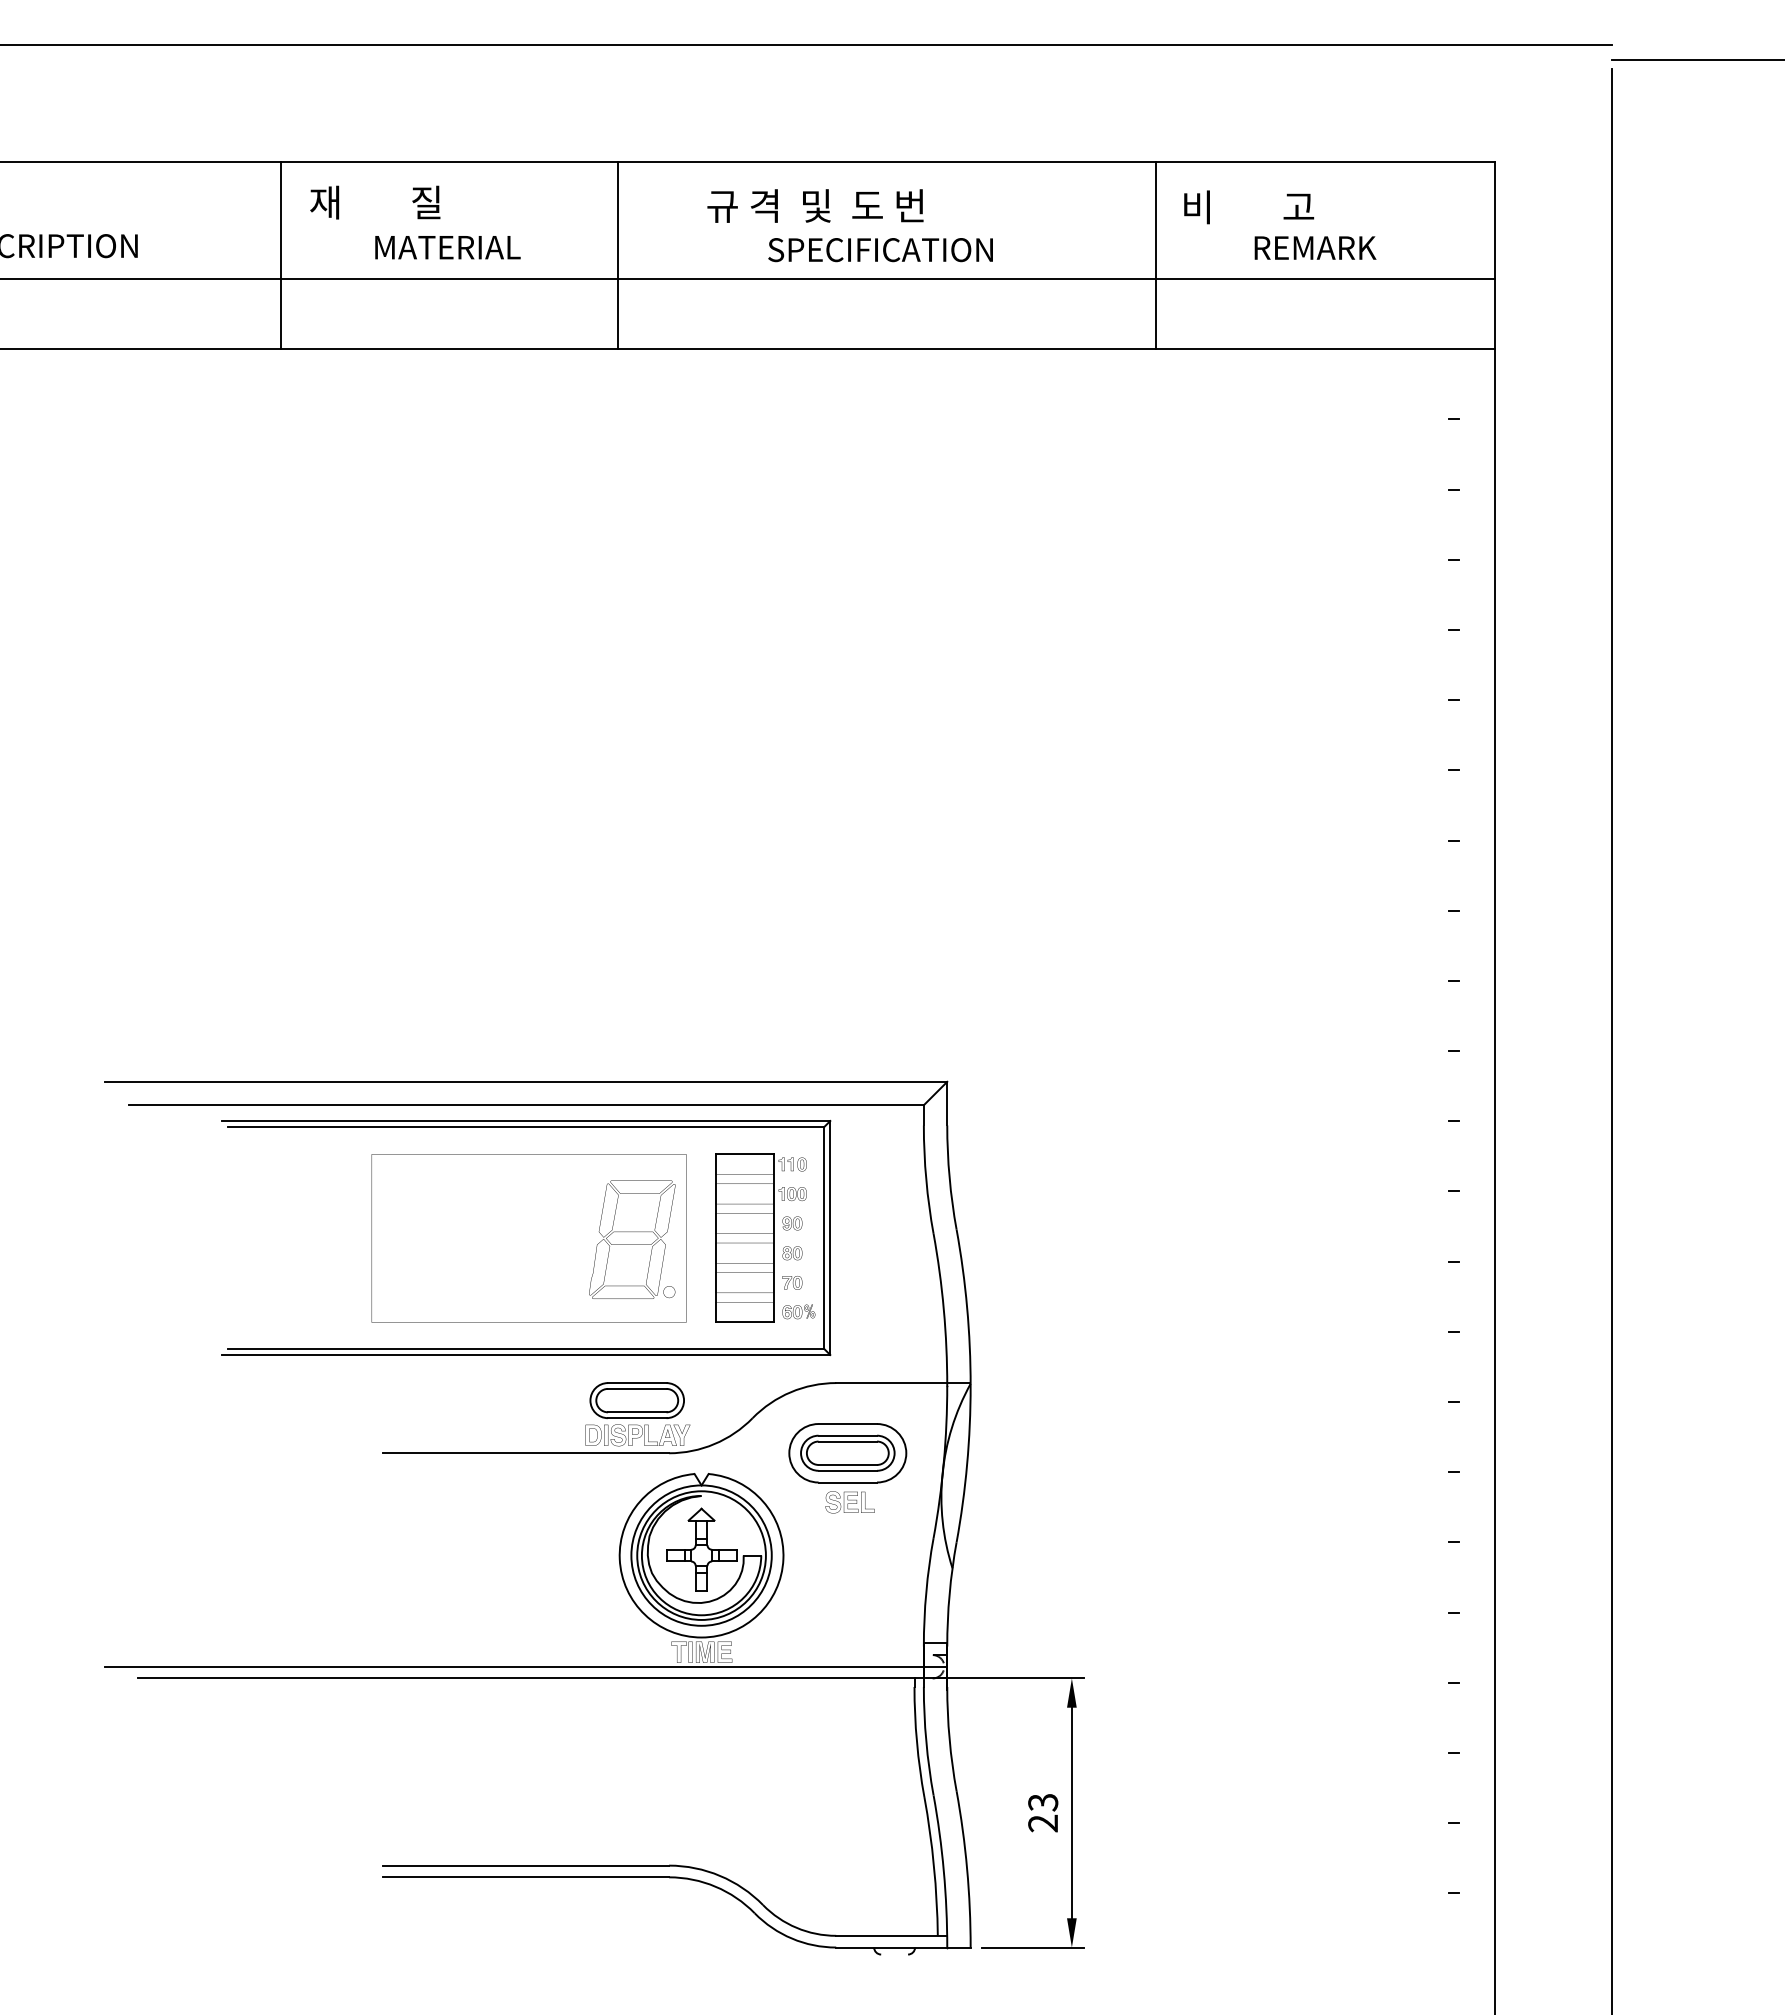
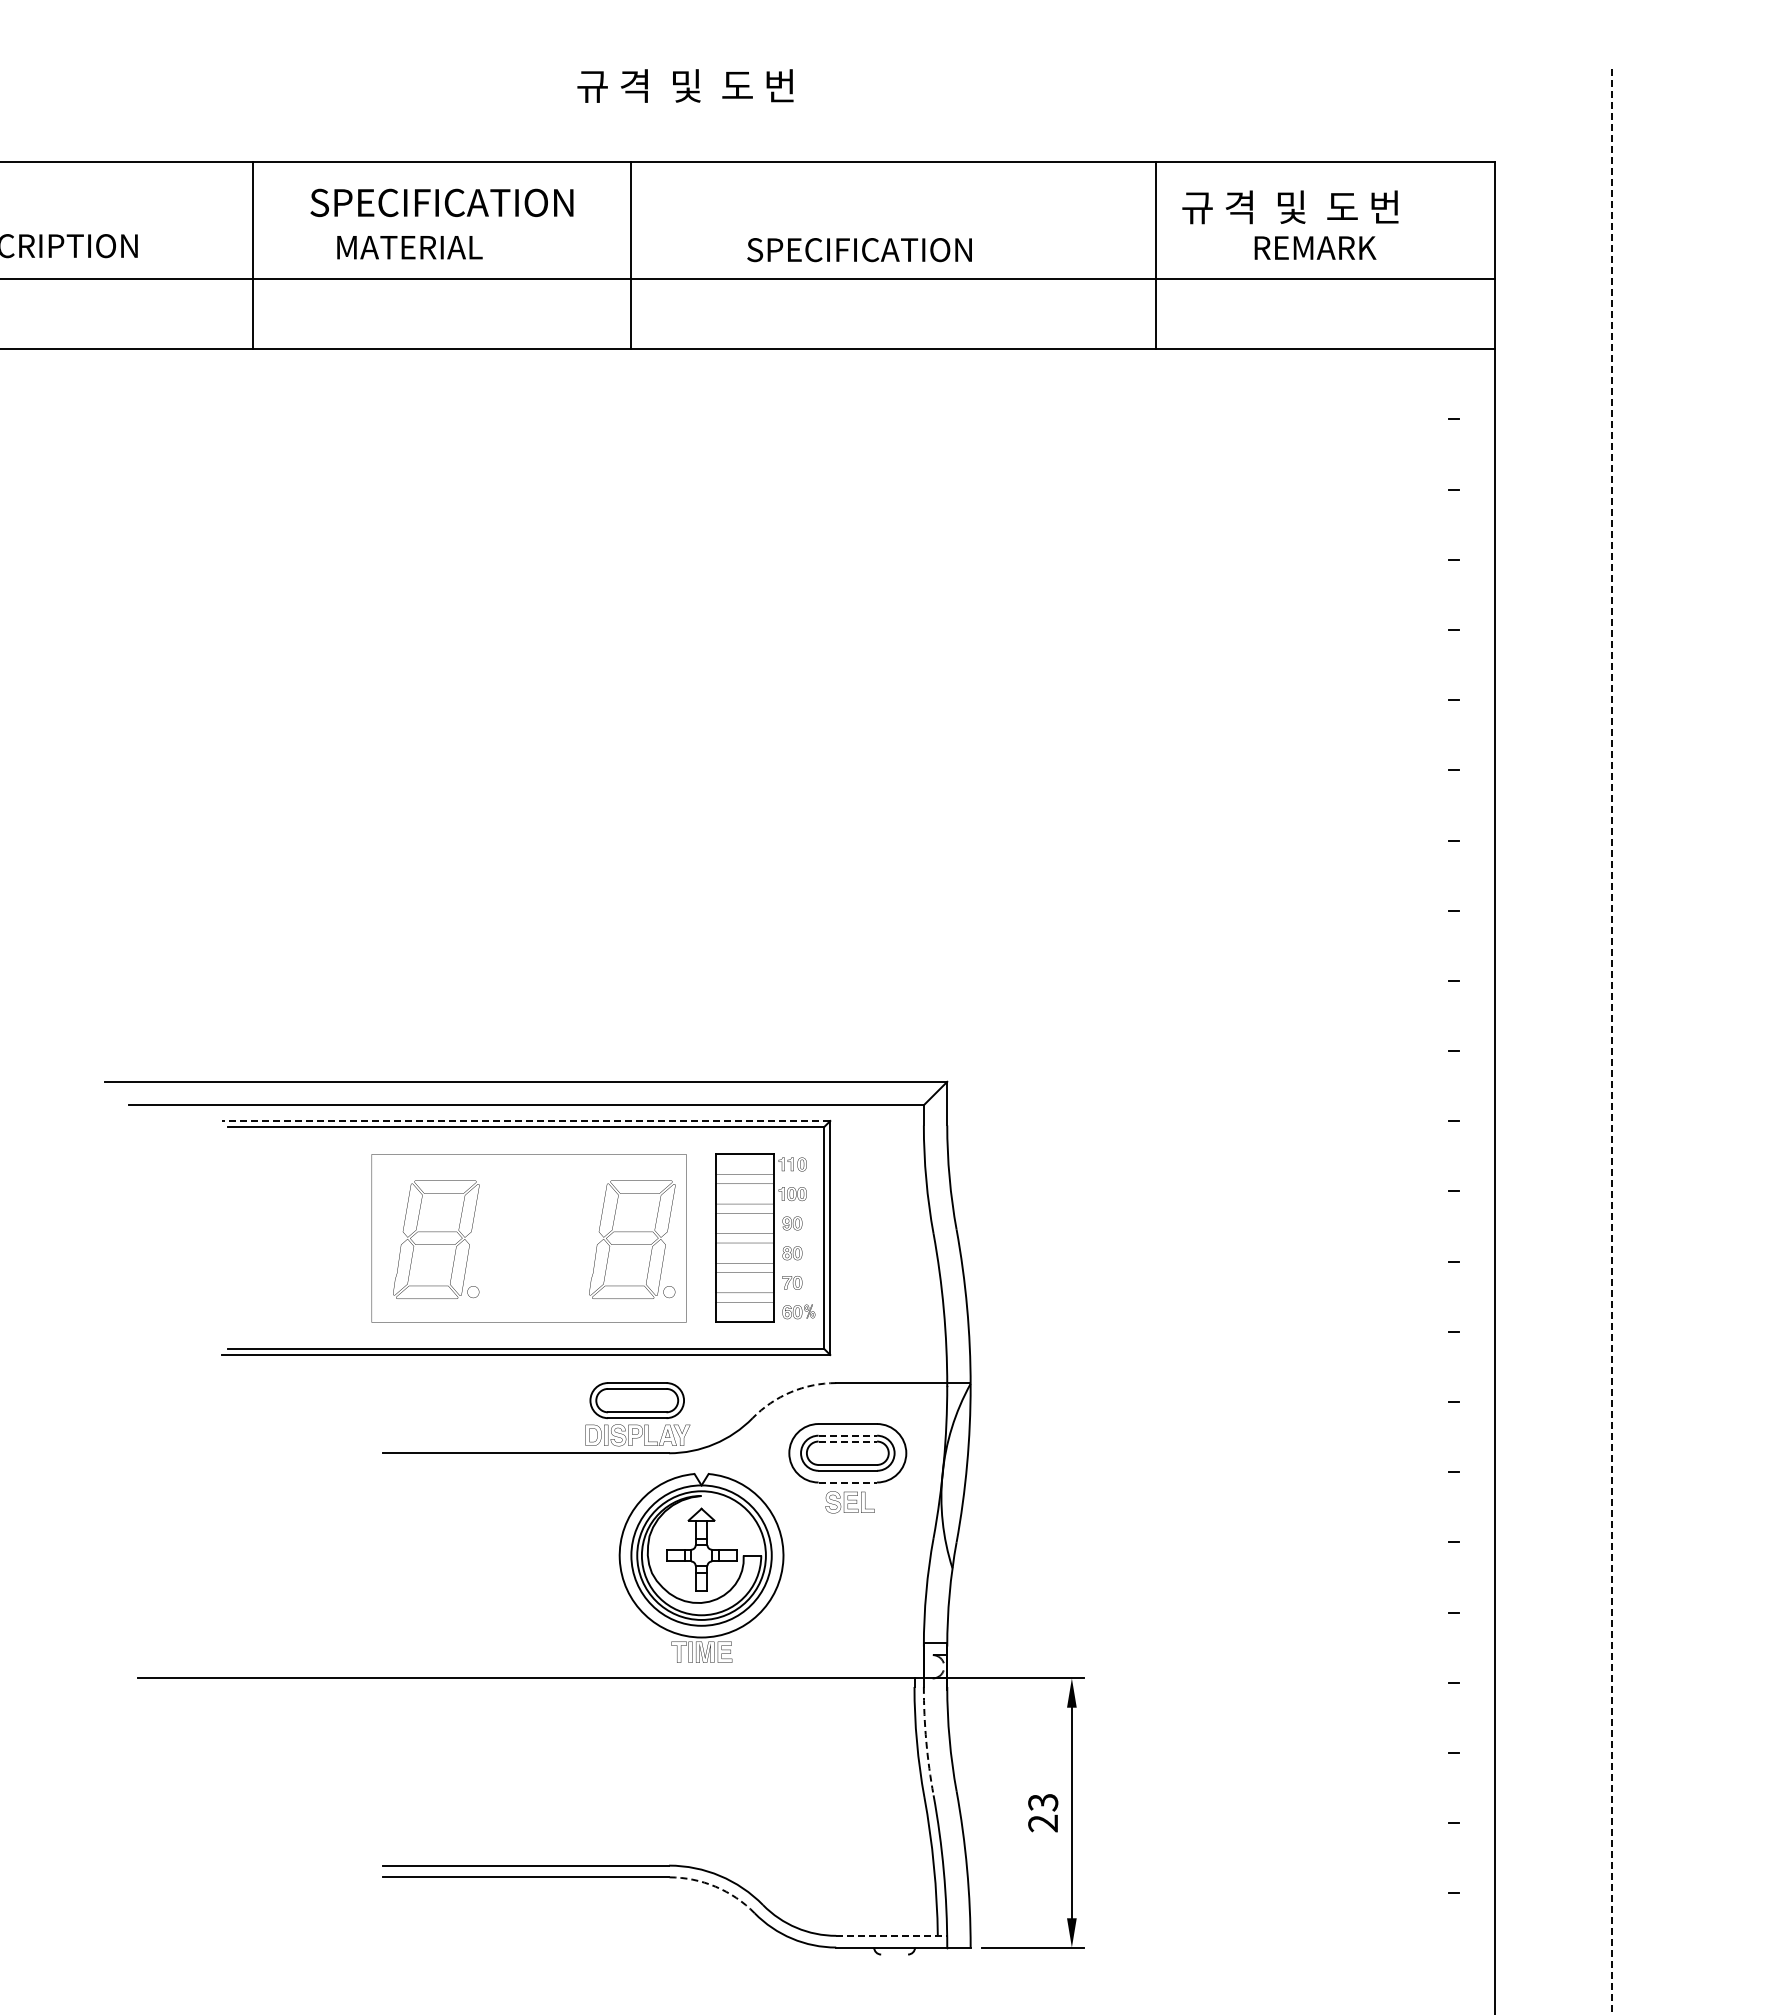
line at (807, 45): present -> none
line at (1696, 60): present -> none
text at (441, 202): 재        질 -> SPECIFICATION
text at (815, 205) position: (815, 205) -> (685, 85)
text at (1290, 207): 비        고 -> 규 격  및  도 번
text at (447, 247) position: (447, 247) -> (409, 247)
text at (880, 250) position: (880, 250) -> (859, 250)
line at (281, 255) position: (281, 255) -> (253, 255)
line at (617, 255) position: (617, 255) -> (630, 255)
line at (1612, 1041): solid -> dashed
line at (525, 1121): solid -> dashed
part at (436, 1239): none -> present
arc at (790, 1392): solid -> dashed
line at (848, 1435): solid -> dashed
line at (848, 1441): solid -> dashed
line at (848, 1482): solid -> dashed
line at (525, 1666): present -> none
arc at (926, 1741): solid -> dashed
arc at (715, 1886): solid -> dashed
line at (892, 1935): solid -> dashed
